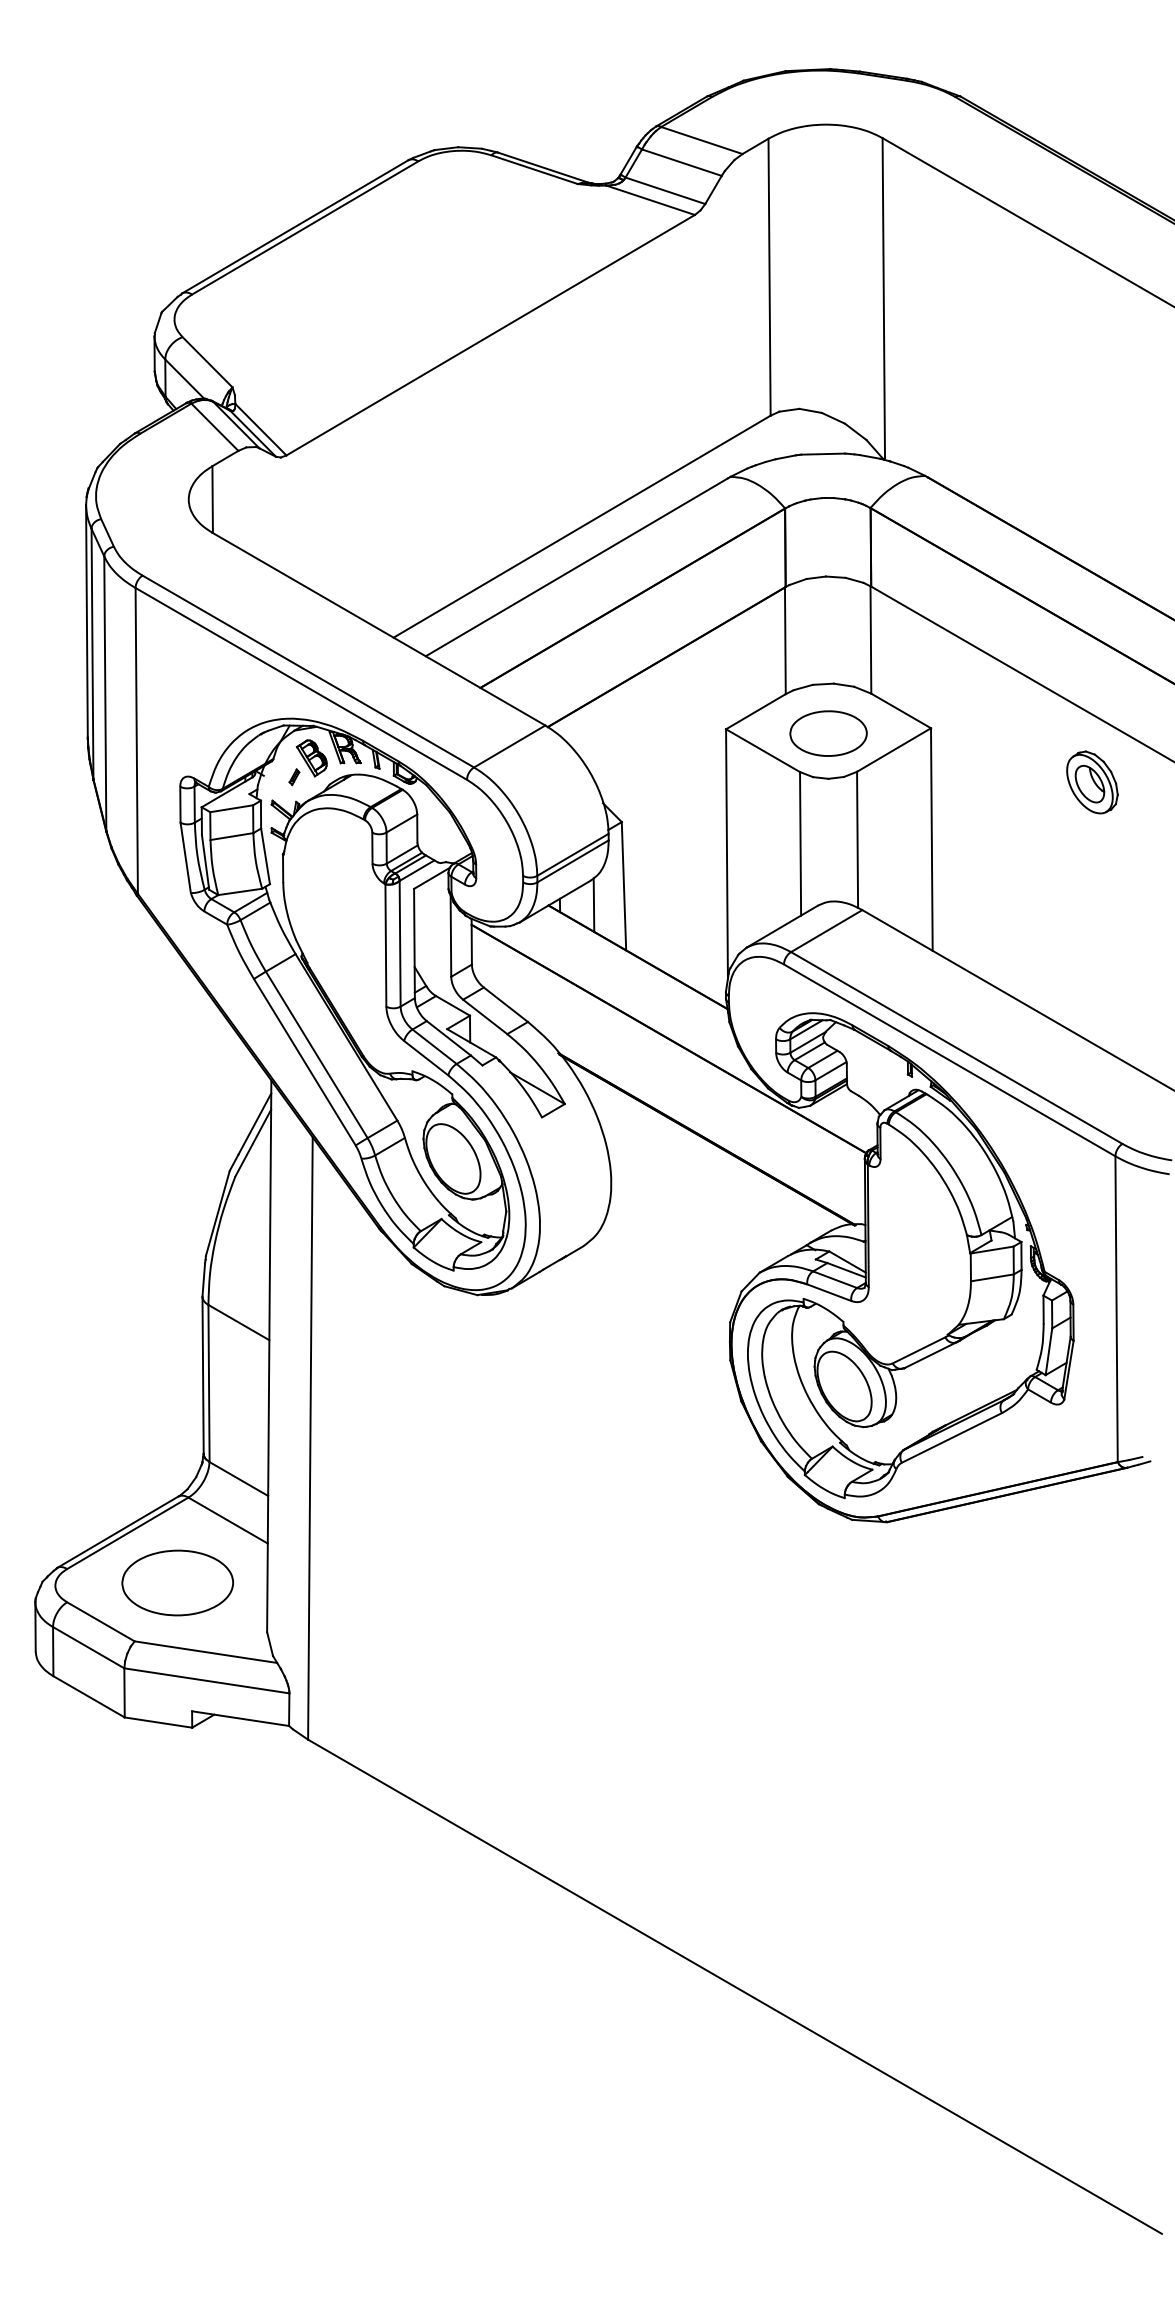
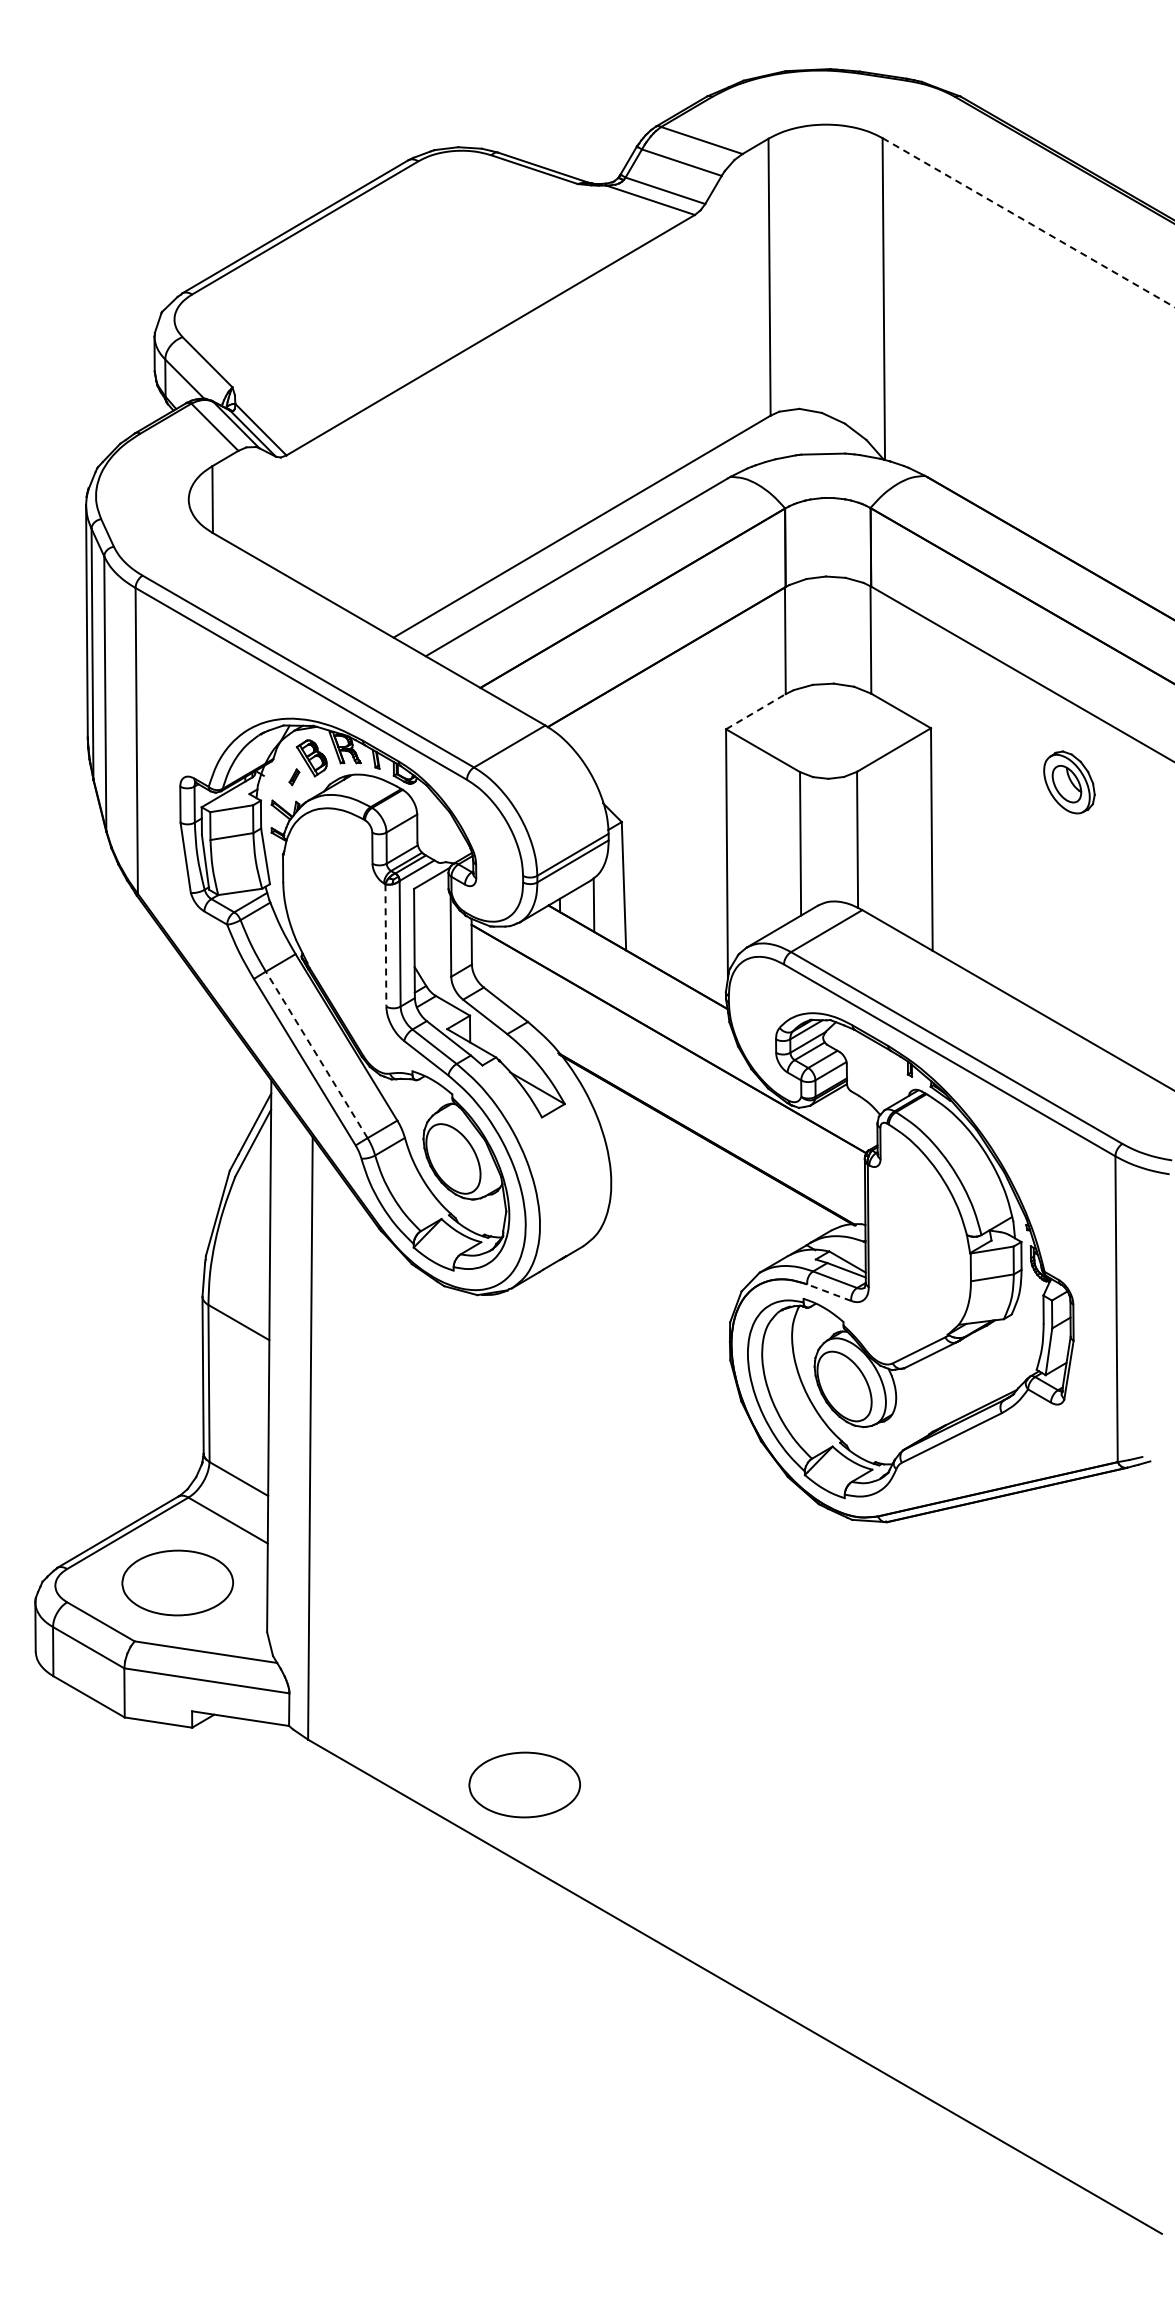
line at (1028, 222): solid -> dashed
line at (755, 711): solid -> dashed
part at (828, 733): present -> none
part at (1092, 782) position: (1092, 782) -> (1069, 782)
line at (385, 945): solid -> dashed
line at (316, 1054): solid -> dashed
line at (829, 1292): solid -> dashed
part at (524, 1784): none -> present
